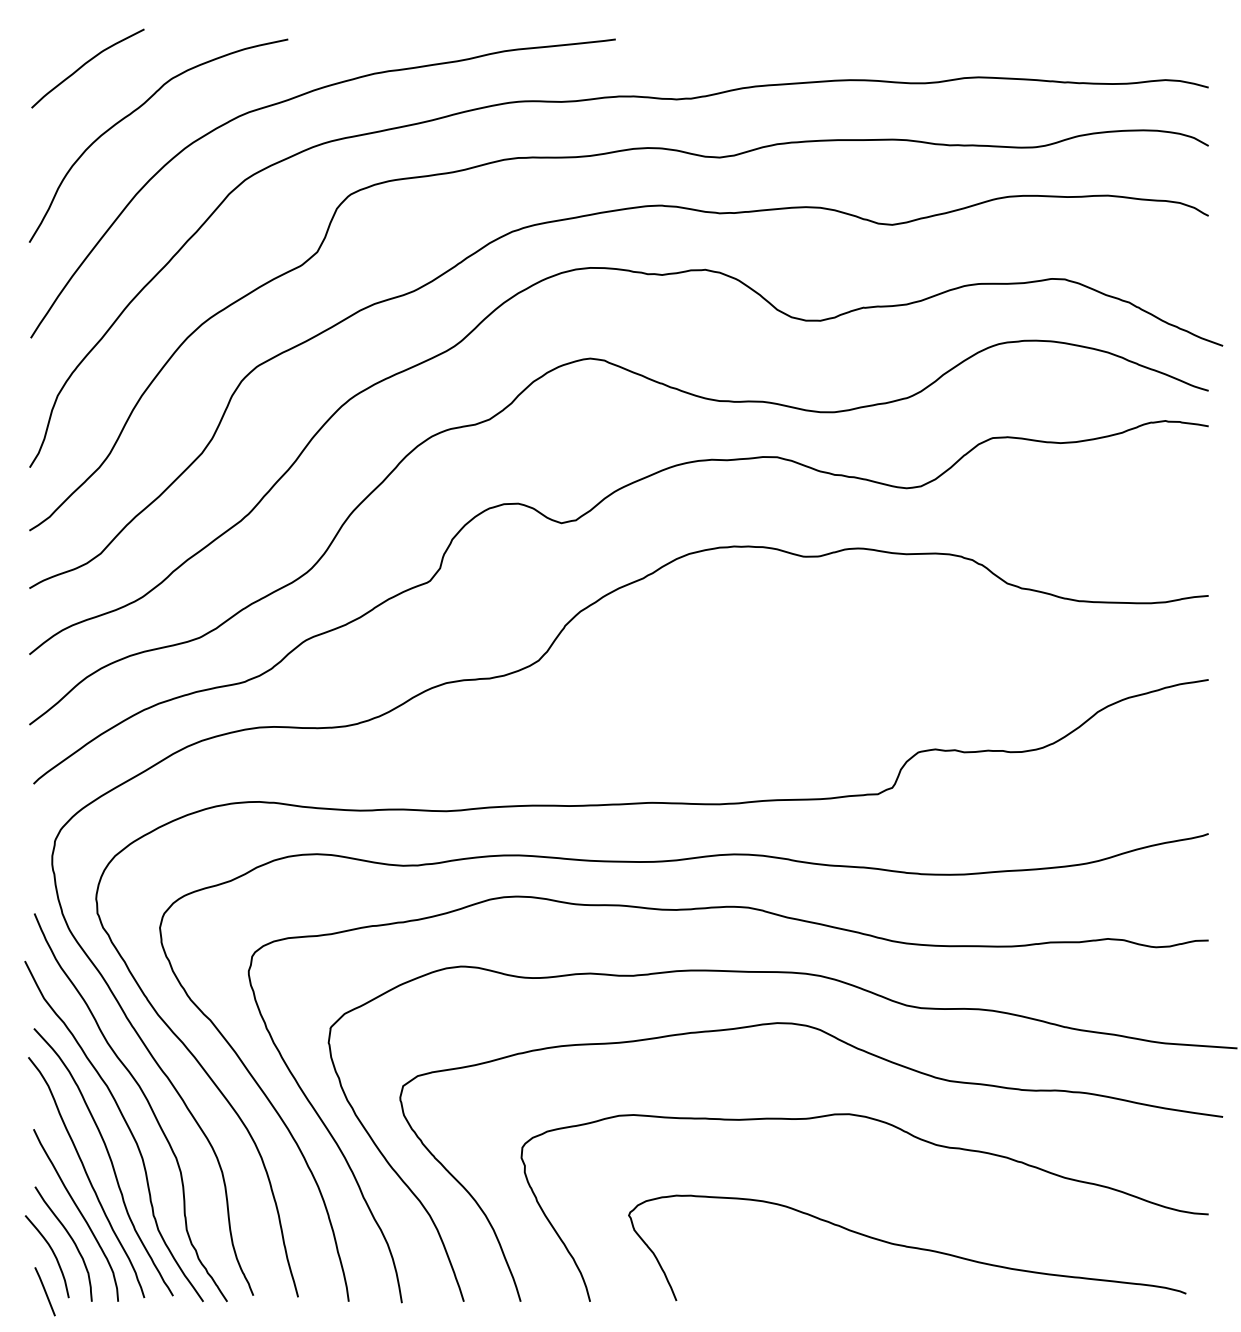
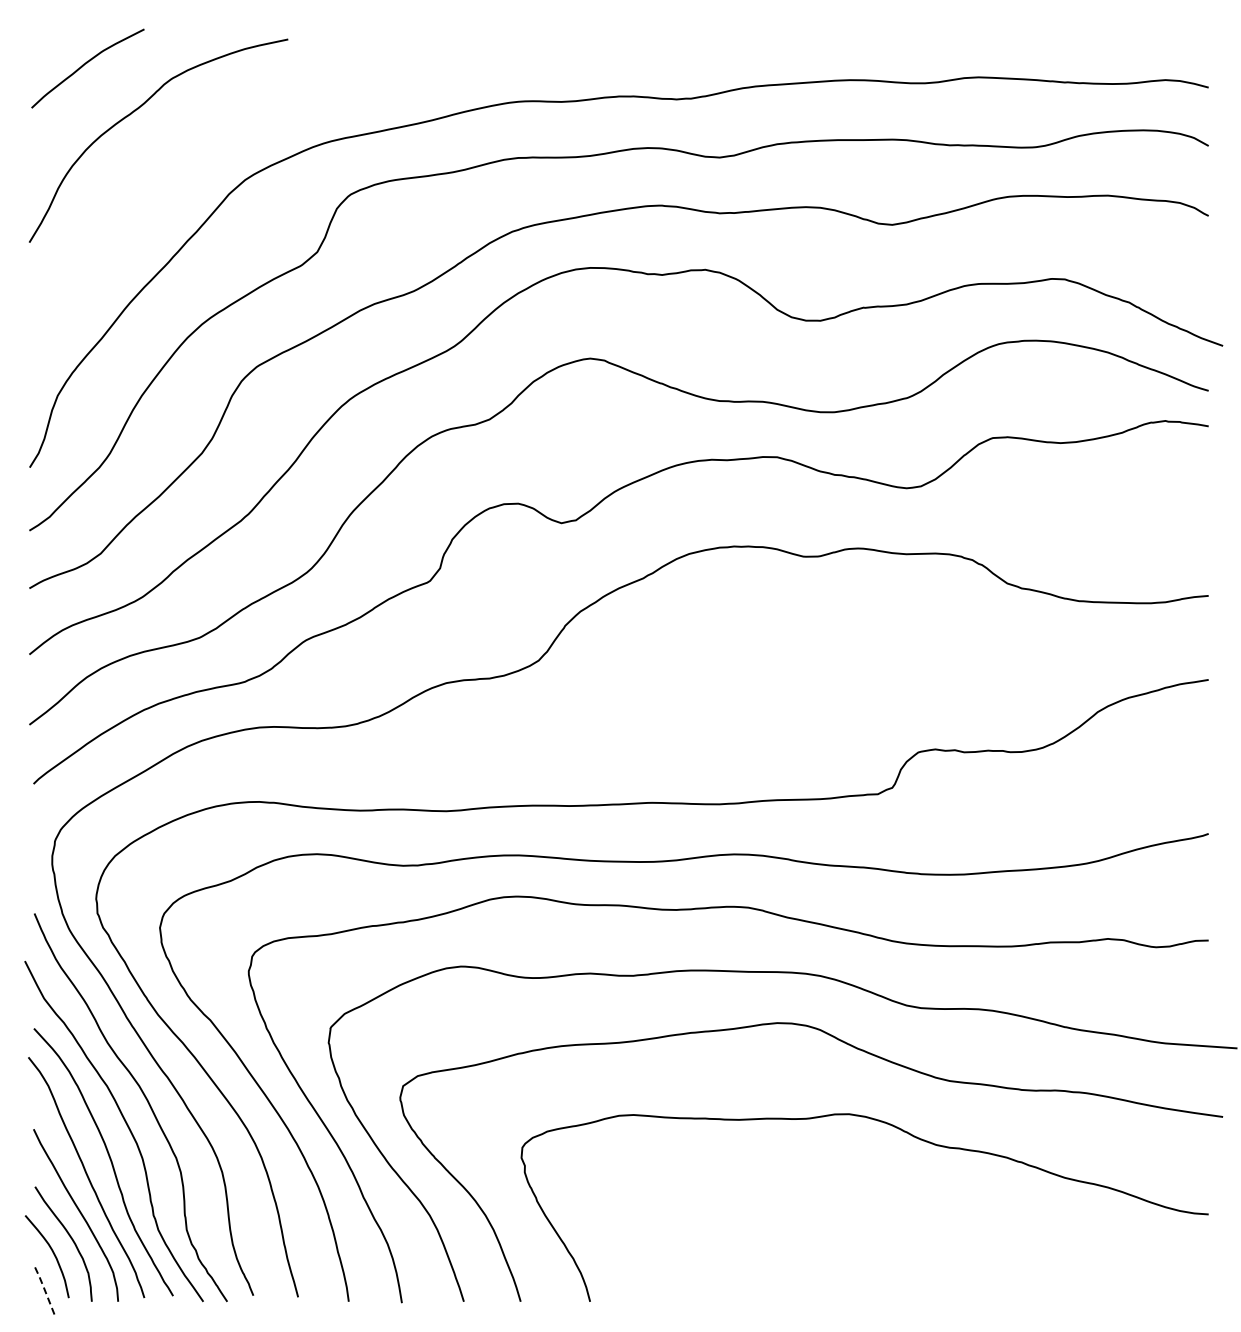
curve at (290, 100): present -> none
curve at (907, 1247): present -> none
line at (44, 1290): solid -> dashed
